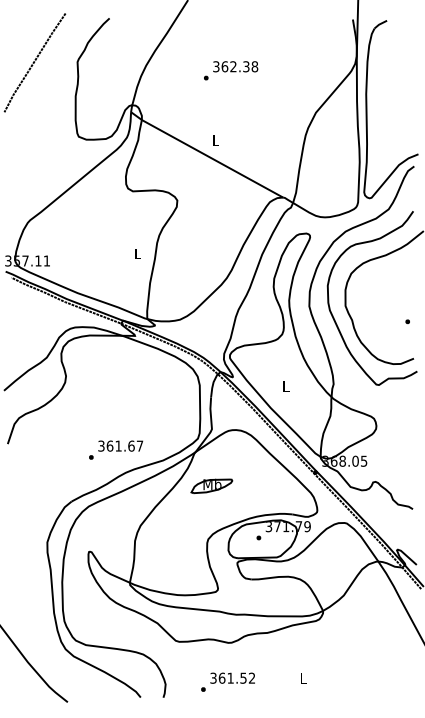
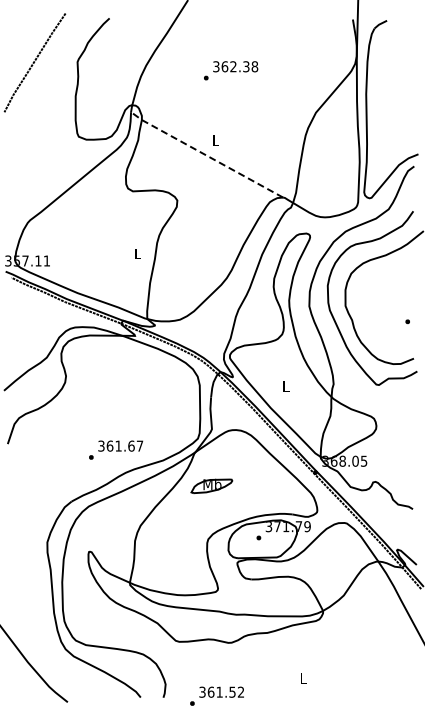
line at (205, 154): solid -> dashed
text at (227, 681) position: (227, 681) -> (216, 695)
